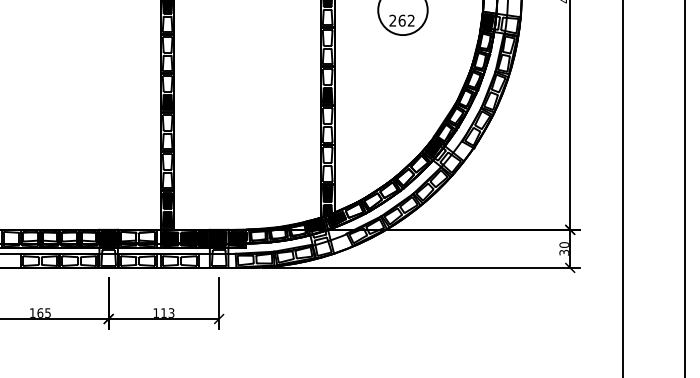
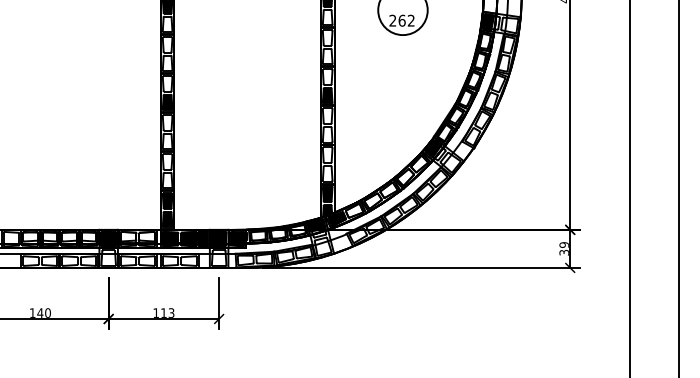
line at (623, 188) position: (623, 188) -> (630, 188)
line at (685, 188) position: (685, 188) -> (679, 188)
text at (563, 244): 30 -> 39
text at (43, 312): 165 -> 140
